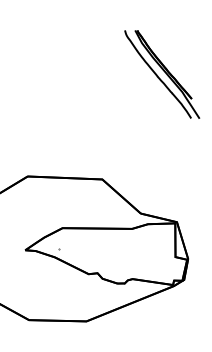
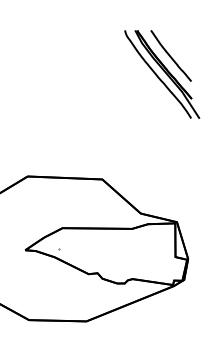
curve at (170, 55): none -> present
